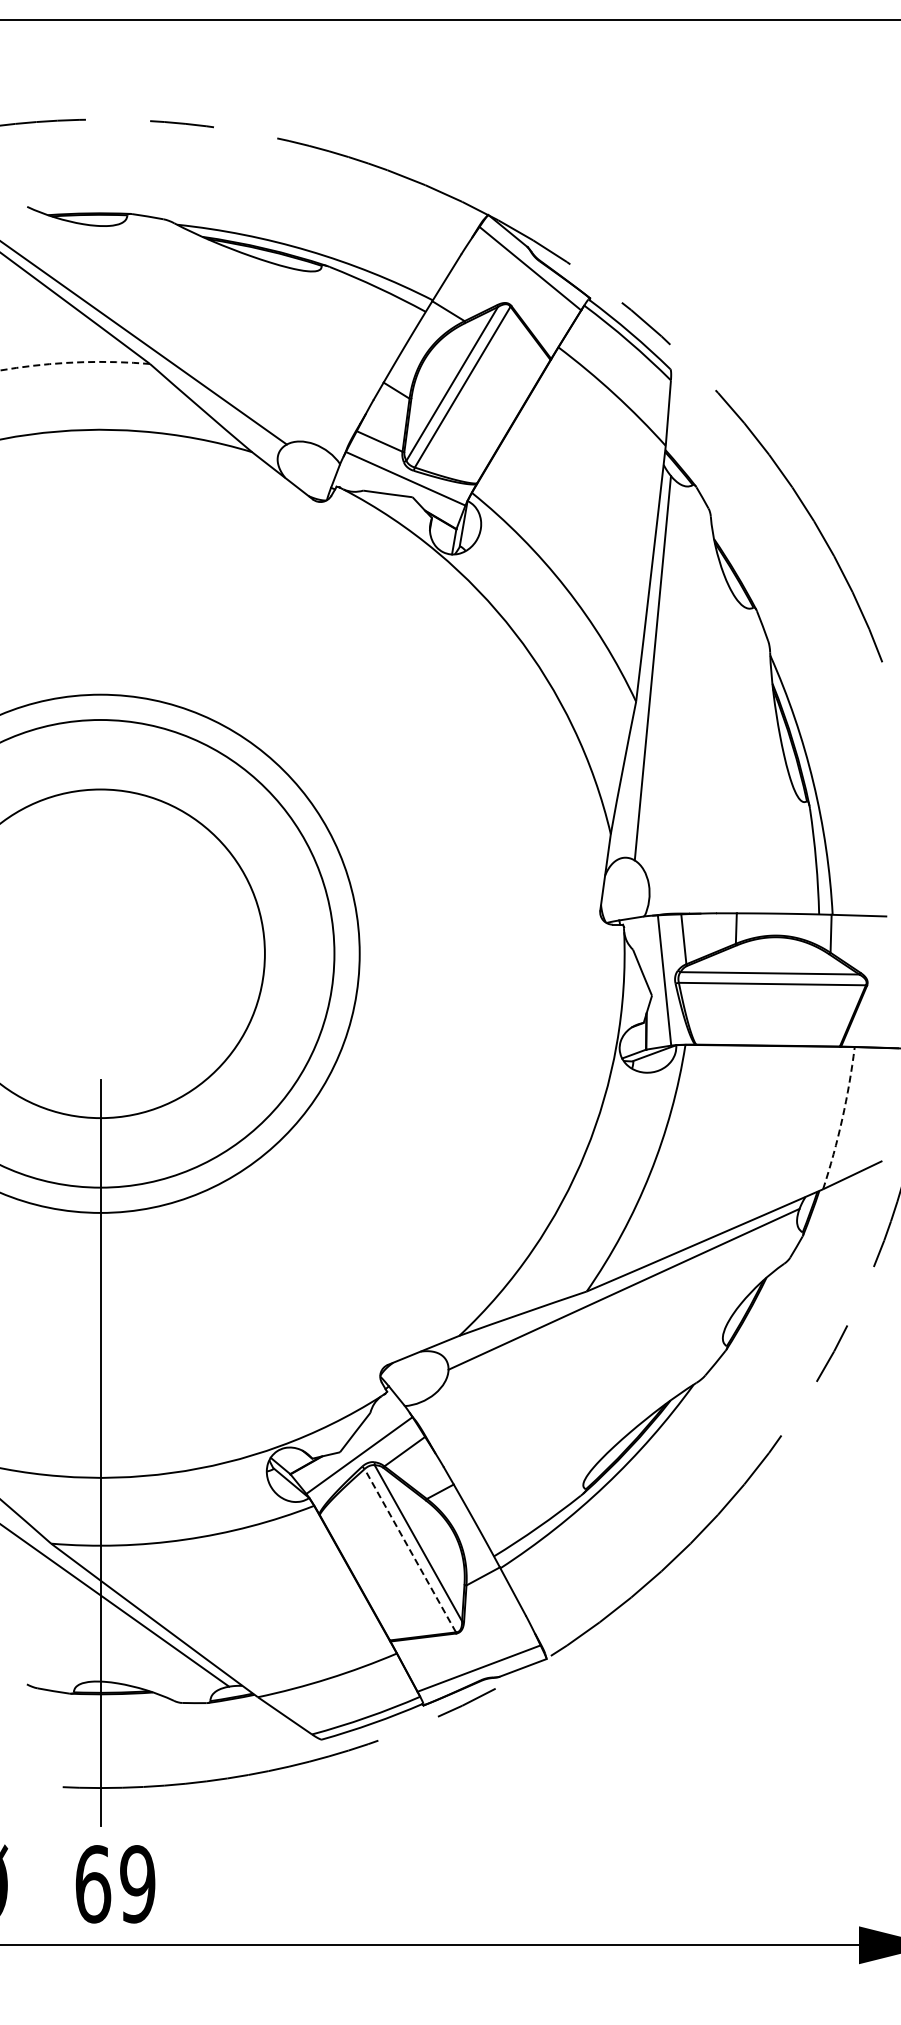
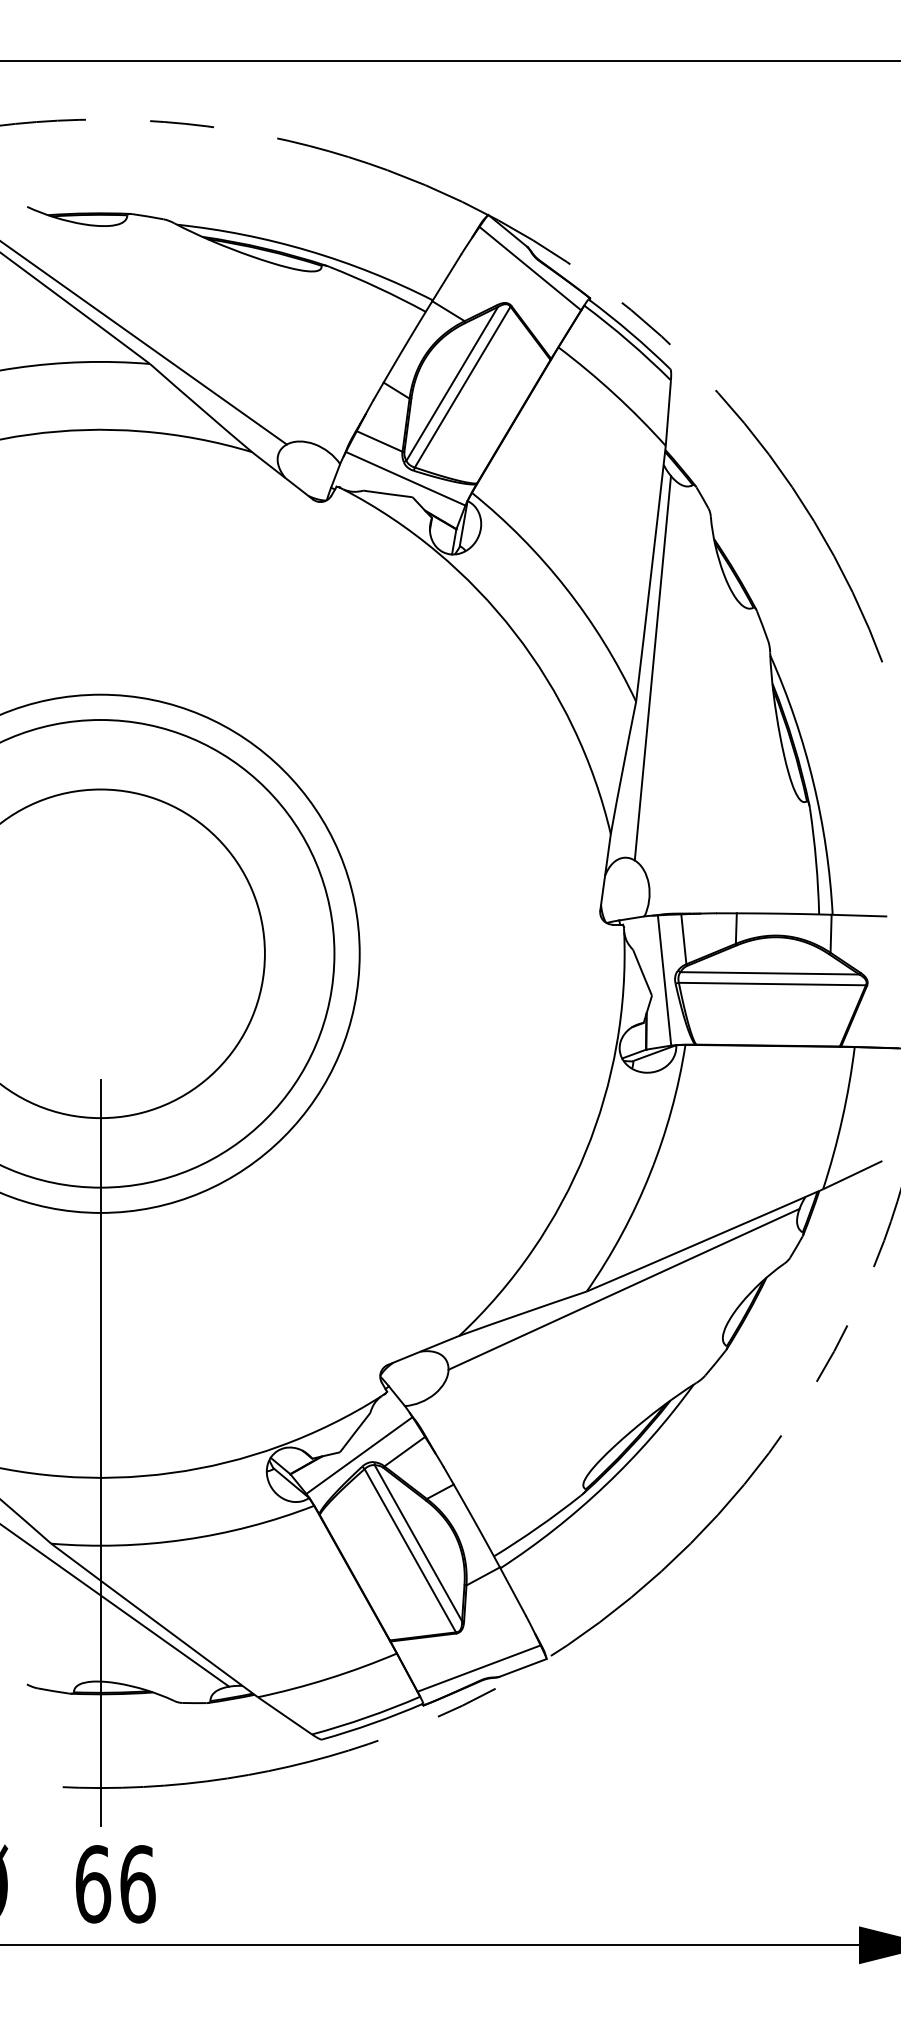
line at (449, 19) position: (449, 19) -> (449, 60)
arc at (75, 362): dashed -> solid
arc at (842, 1118): dashed -> solid
line at (410, 1550): dashed -> solid
text at (137, 1884): 69 -> 66
